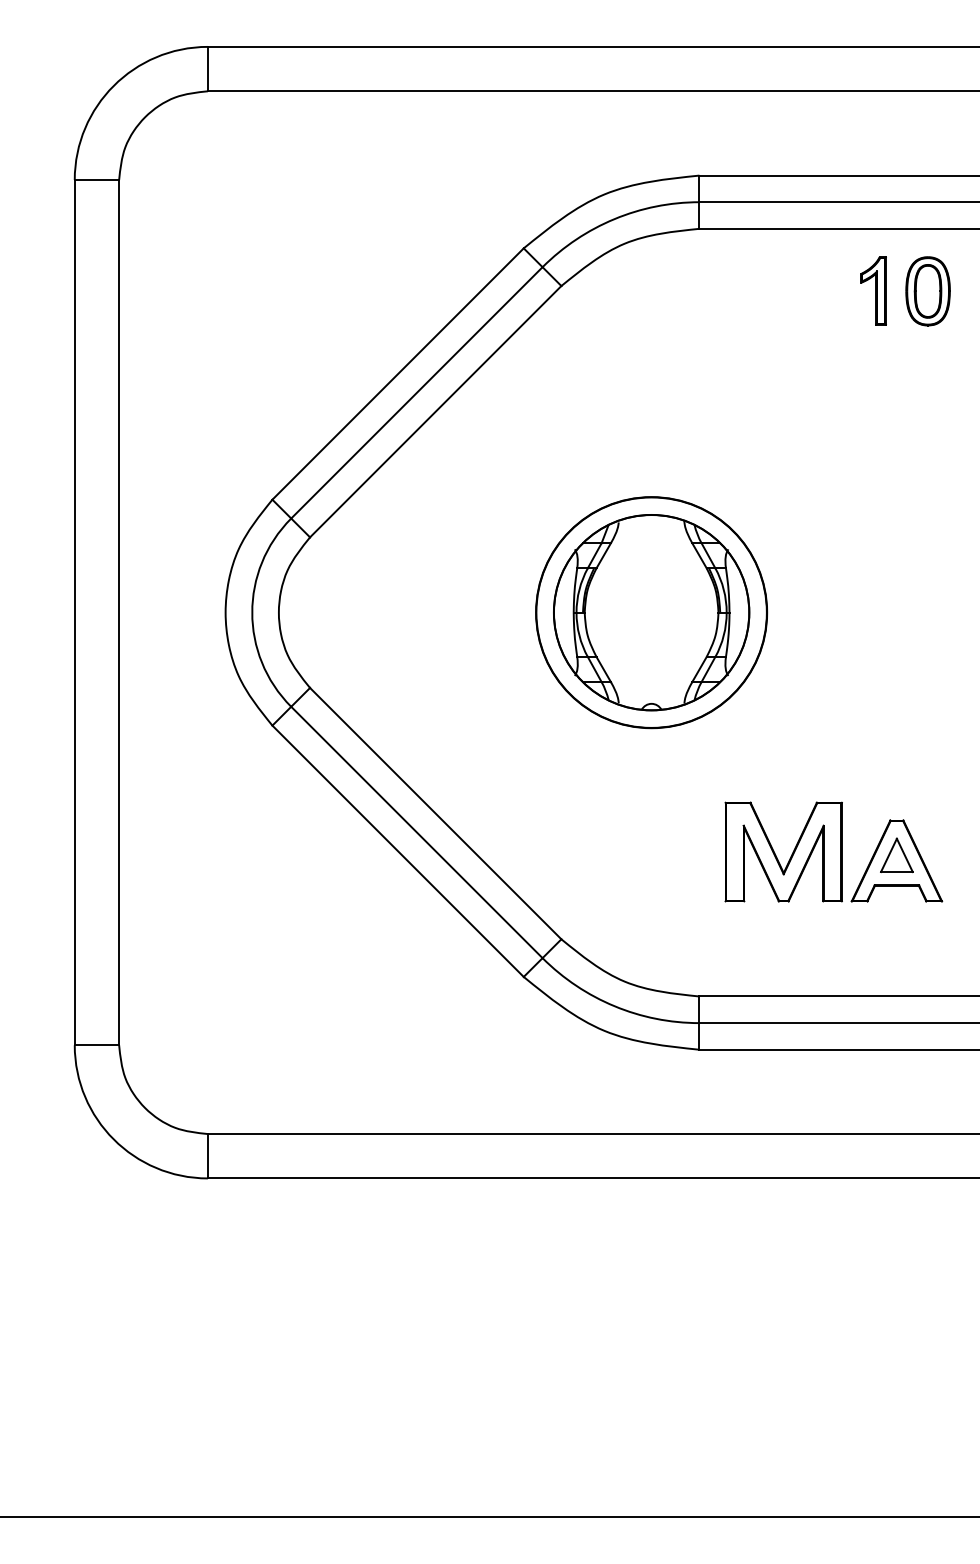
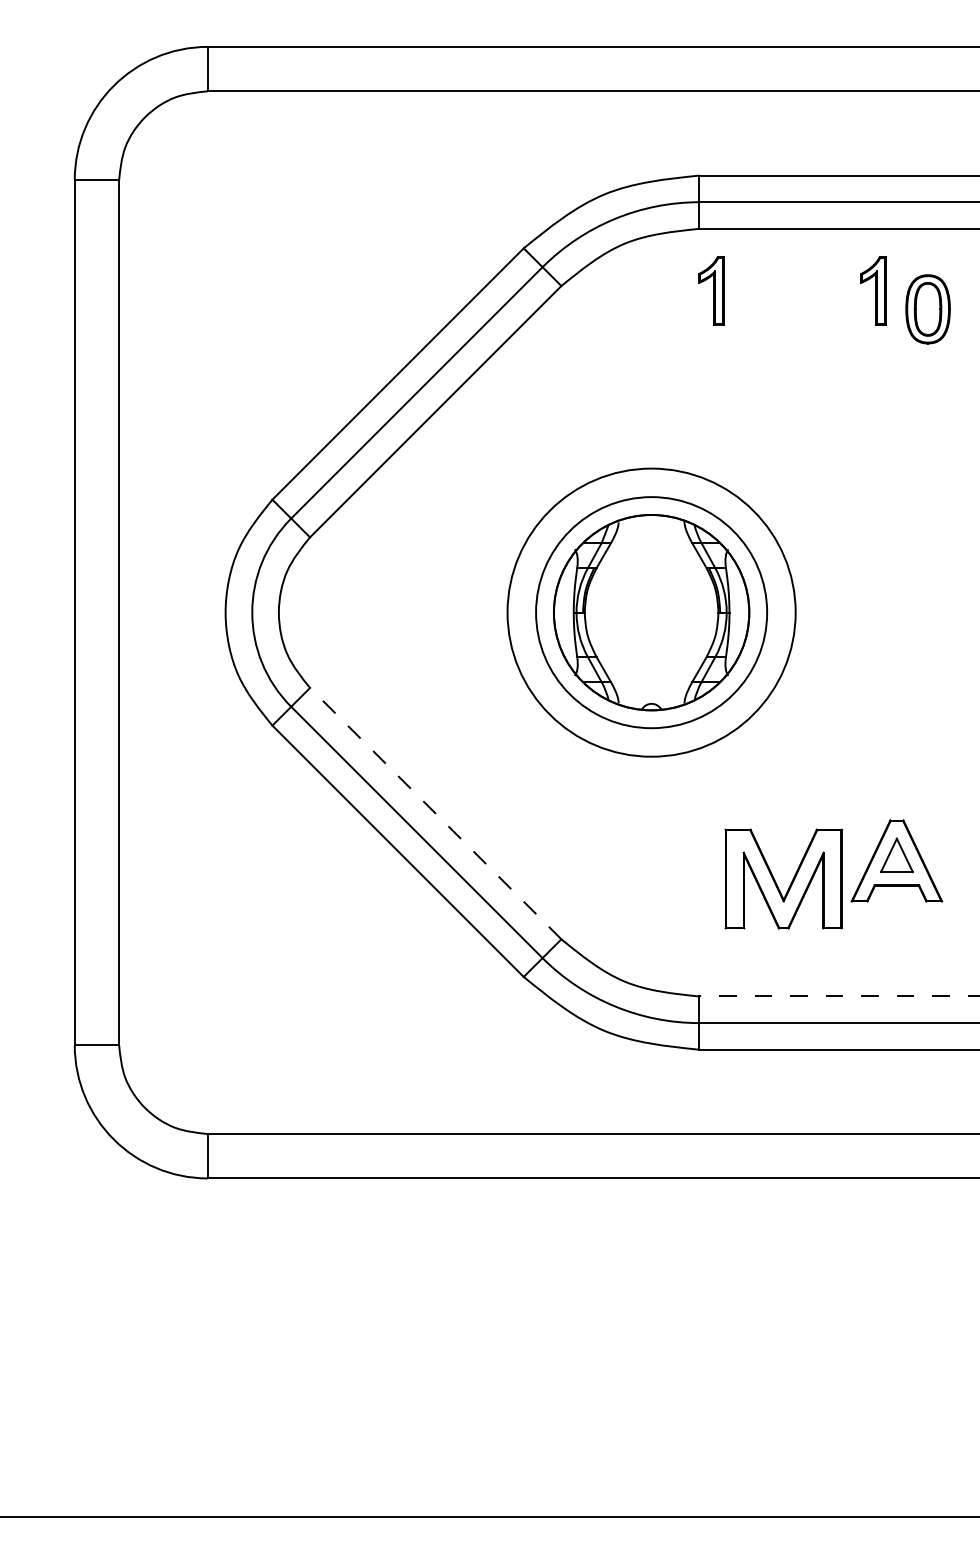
part at (711, 290): none -> present
part at (927, 291) position: (927, 291) -> (927, 309)
circle at (651, 612) diameter: 230 px -> 288 px
line at (435, 813): solid -> dashed
part at (776, 855) position: (776, 855) -> (776, 882)
line at (839, 996): solid -> dashed
